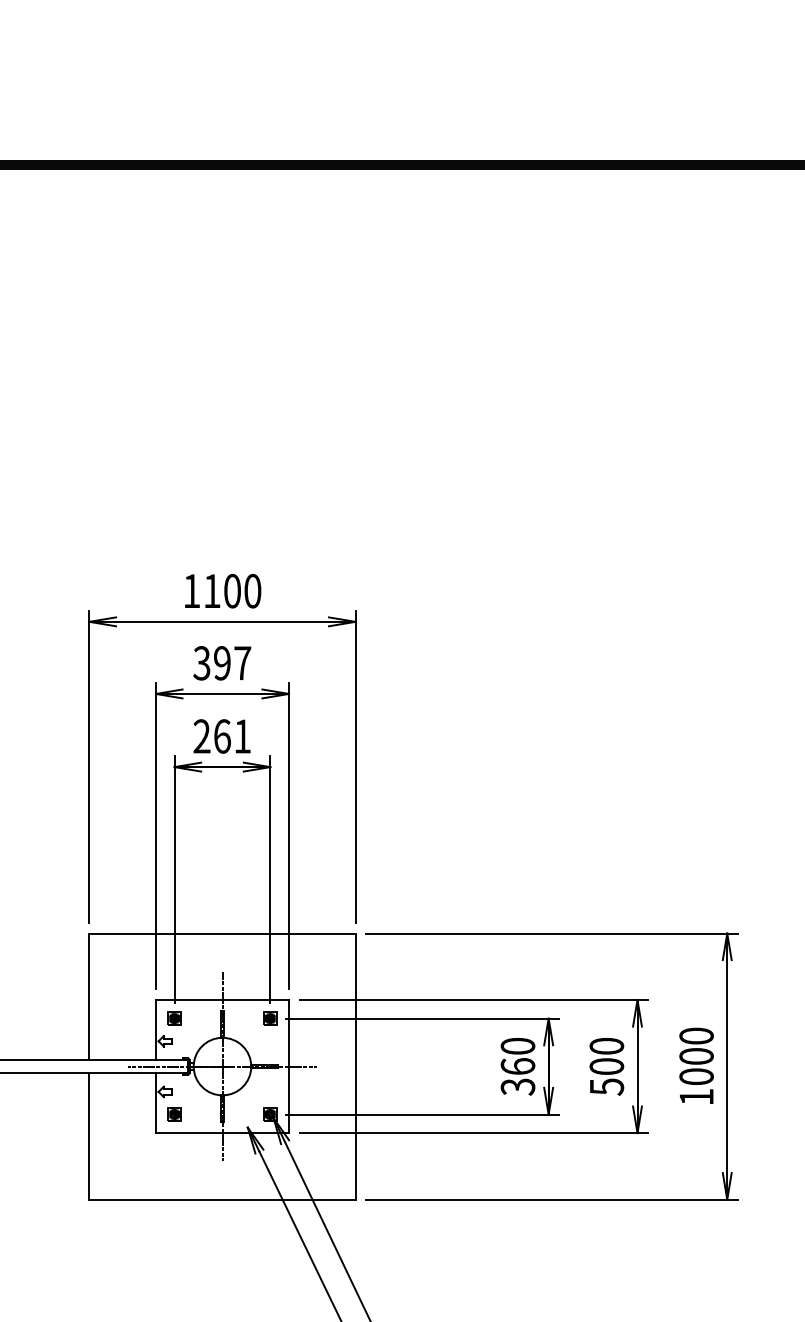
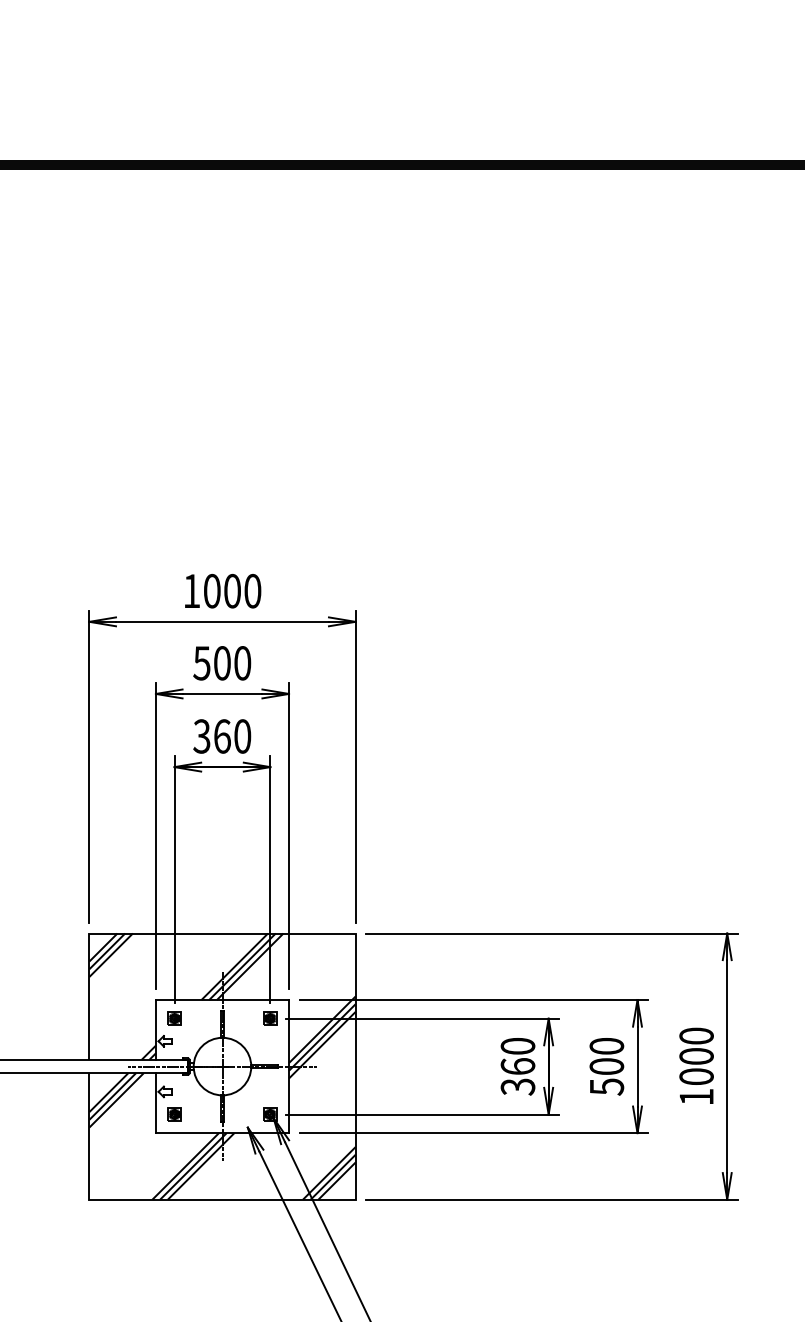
text at (212, 590): 1100 -> 1000
text at (222, 663): 397 -> 500
text at (222, 736): 261 -> 360
hatch at (222, 1066): none -> present
